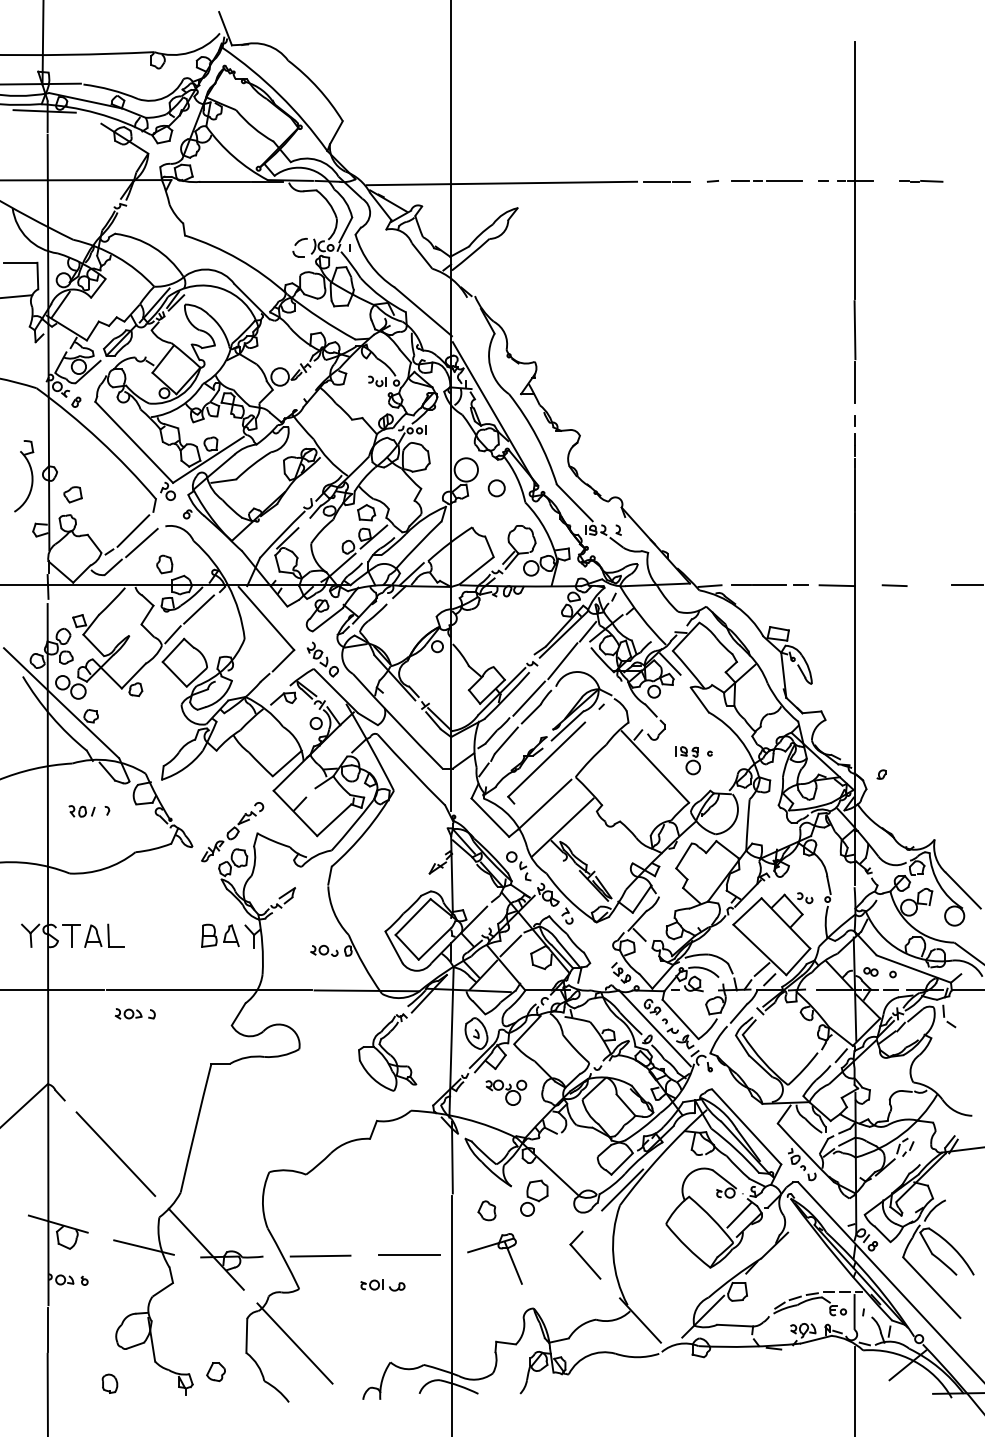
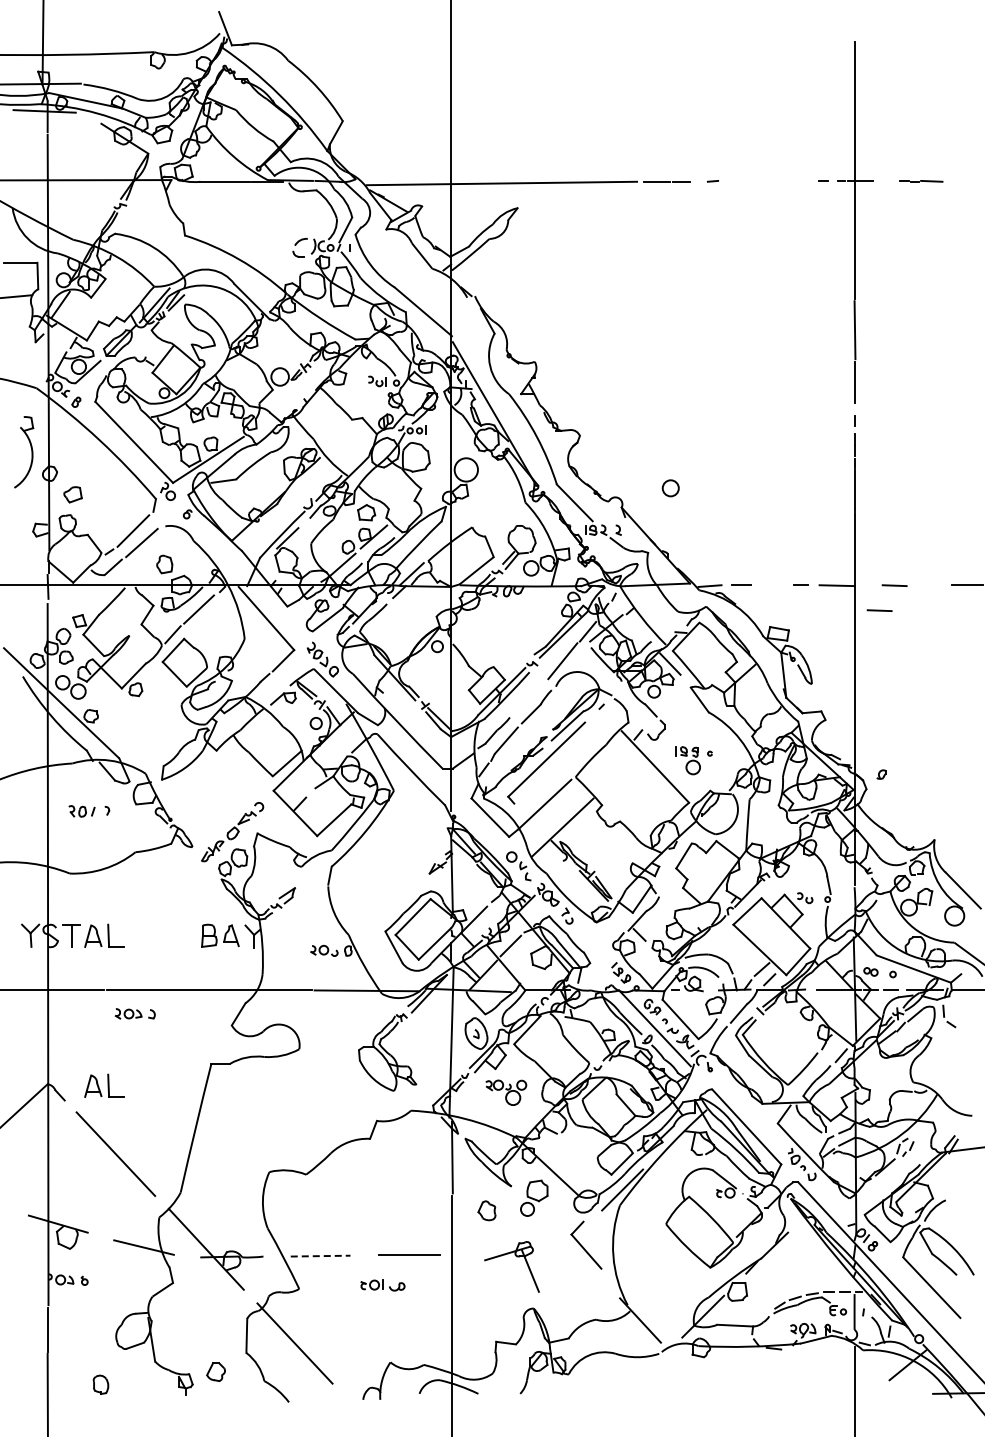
line at (766, 180): present -> none
part at (31, 476) position: (31, 476) -> (31, 452)
circle at (496, 488) position: (496, 488) -> (670, 488)
line at (769, 585): present -> none
line at (879, 610): none -> present
line at (528, 698): present -> none
part at (104, 1085): none -> present
line at (739, 1214): present -> none
part at (498, 1248) position: (498, 1248) -> (515, 1256)
part at (585, 1254) position: (585, 1254) -> (586, 1244)
line at (320, 1256): solid -> dashed
part at (109, 1383) position: (109, 1383) -> (100, 1384)
